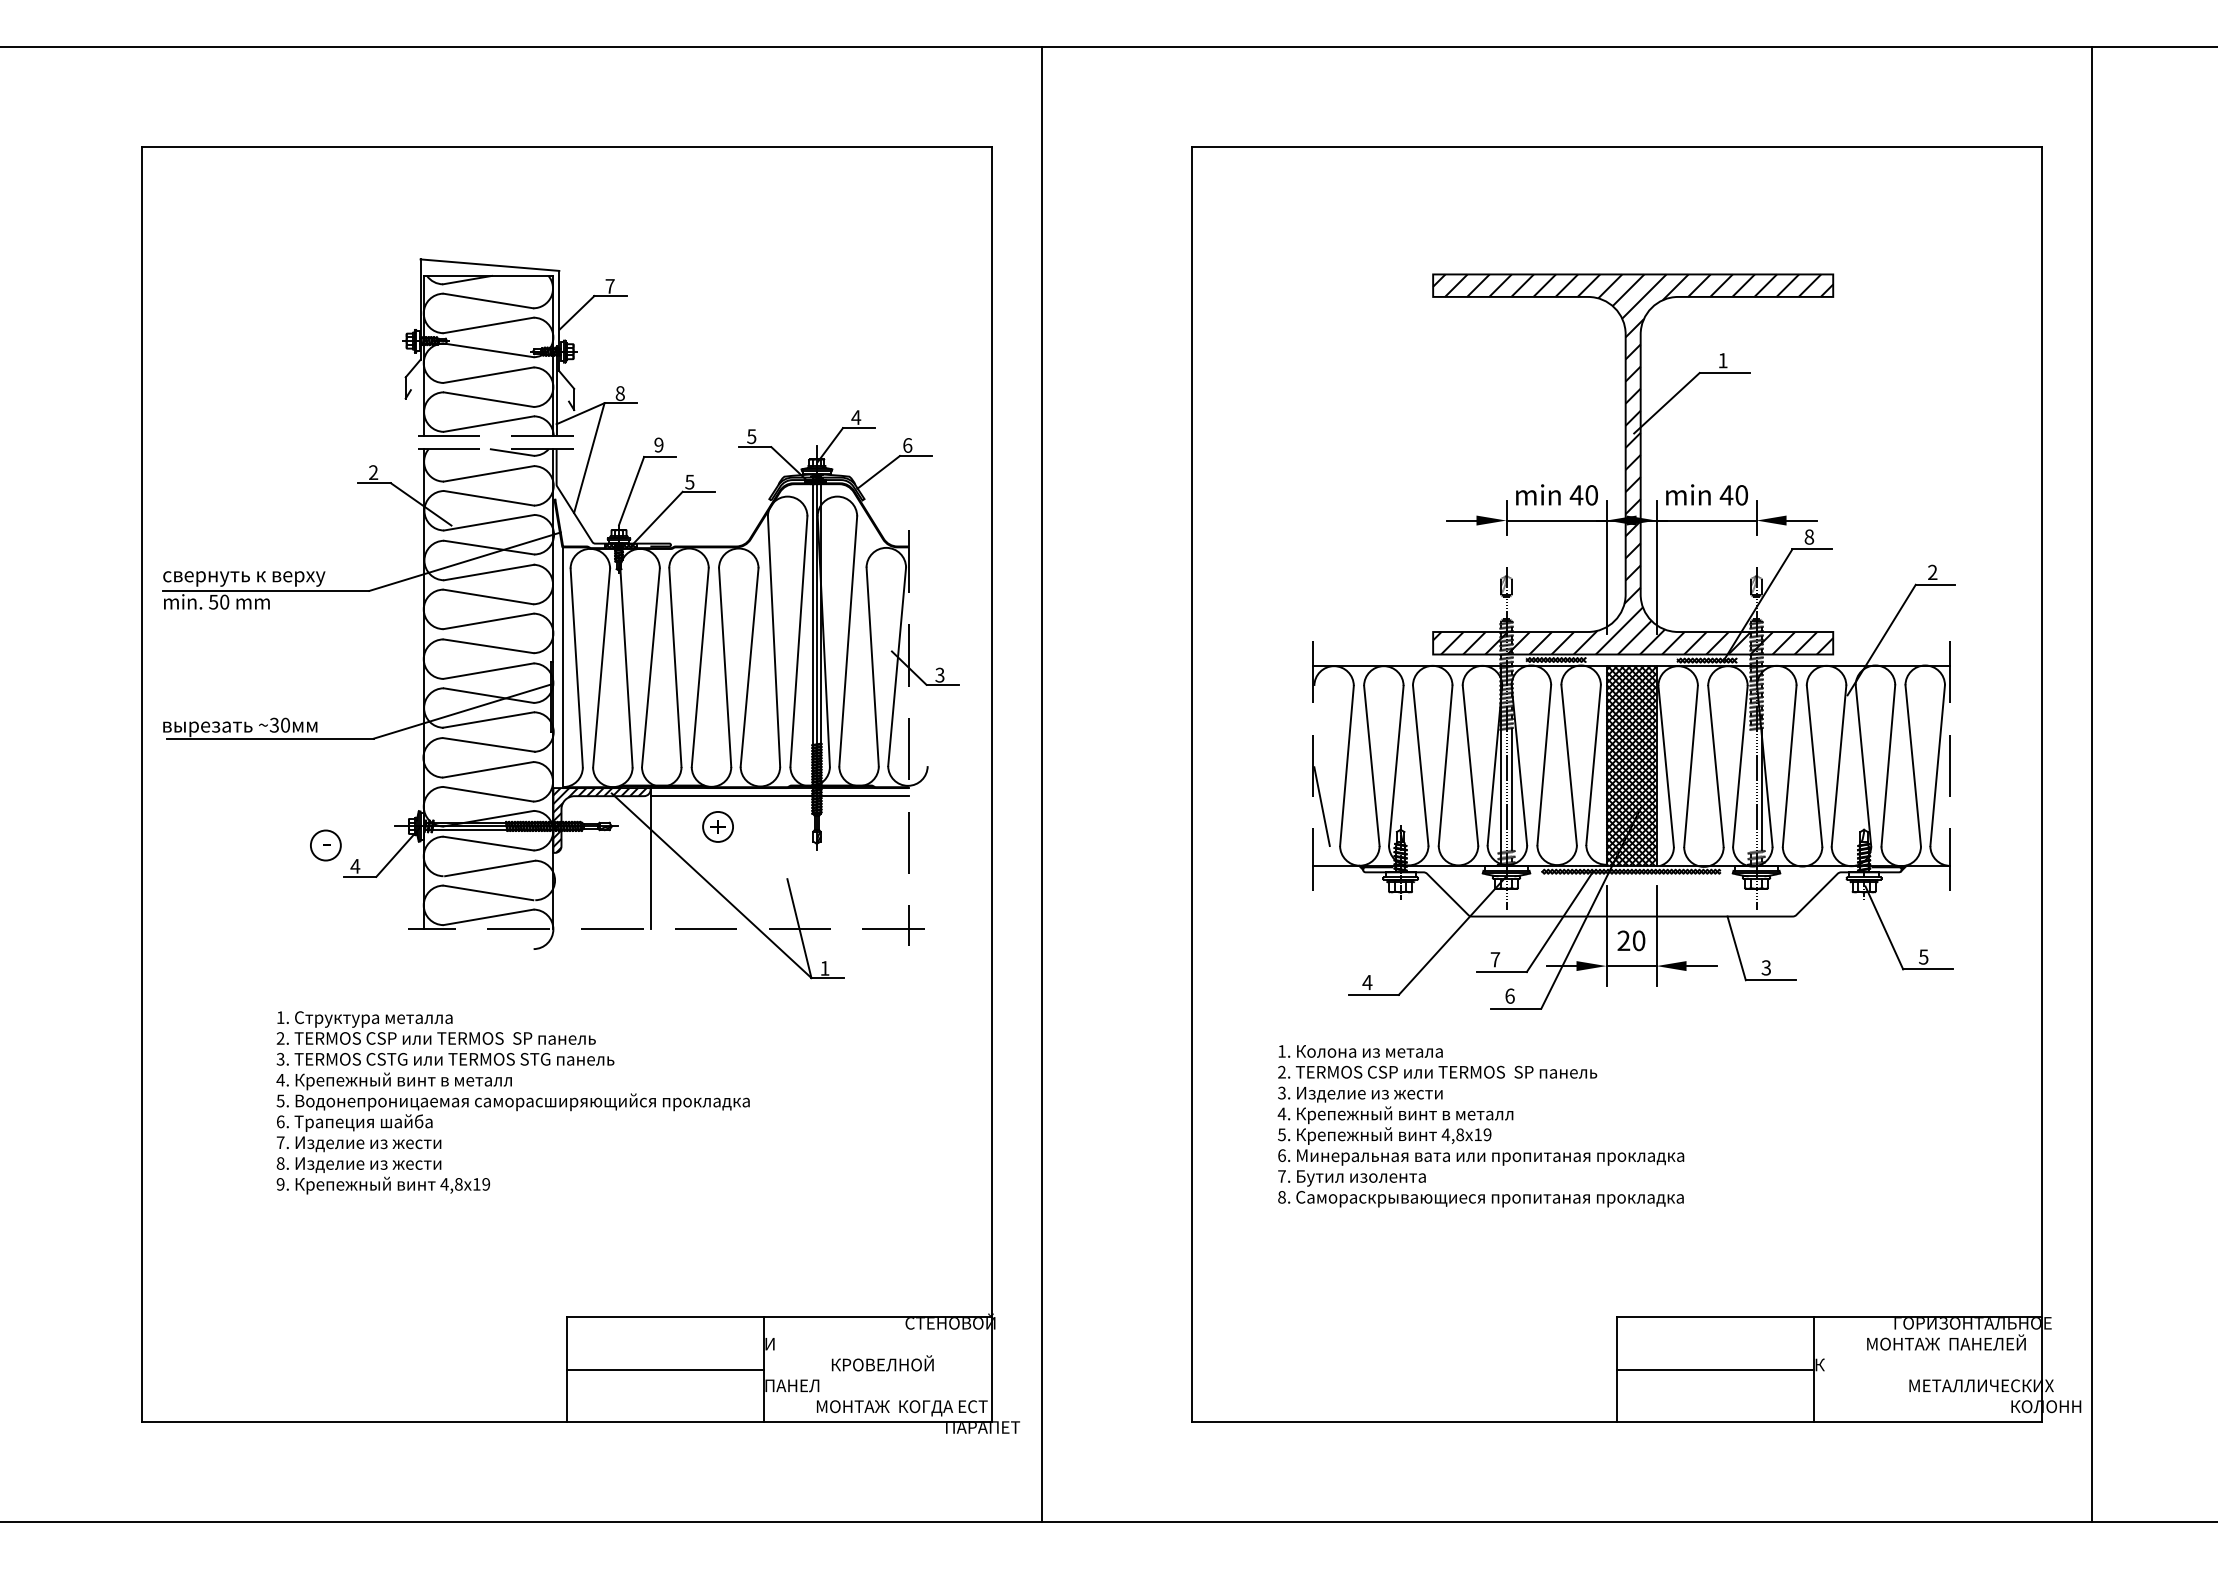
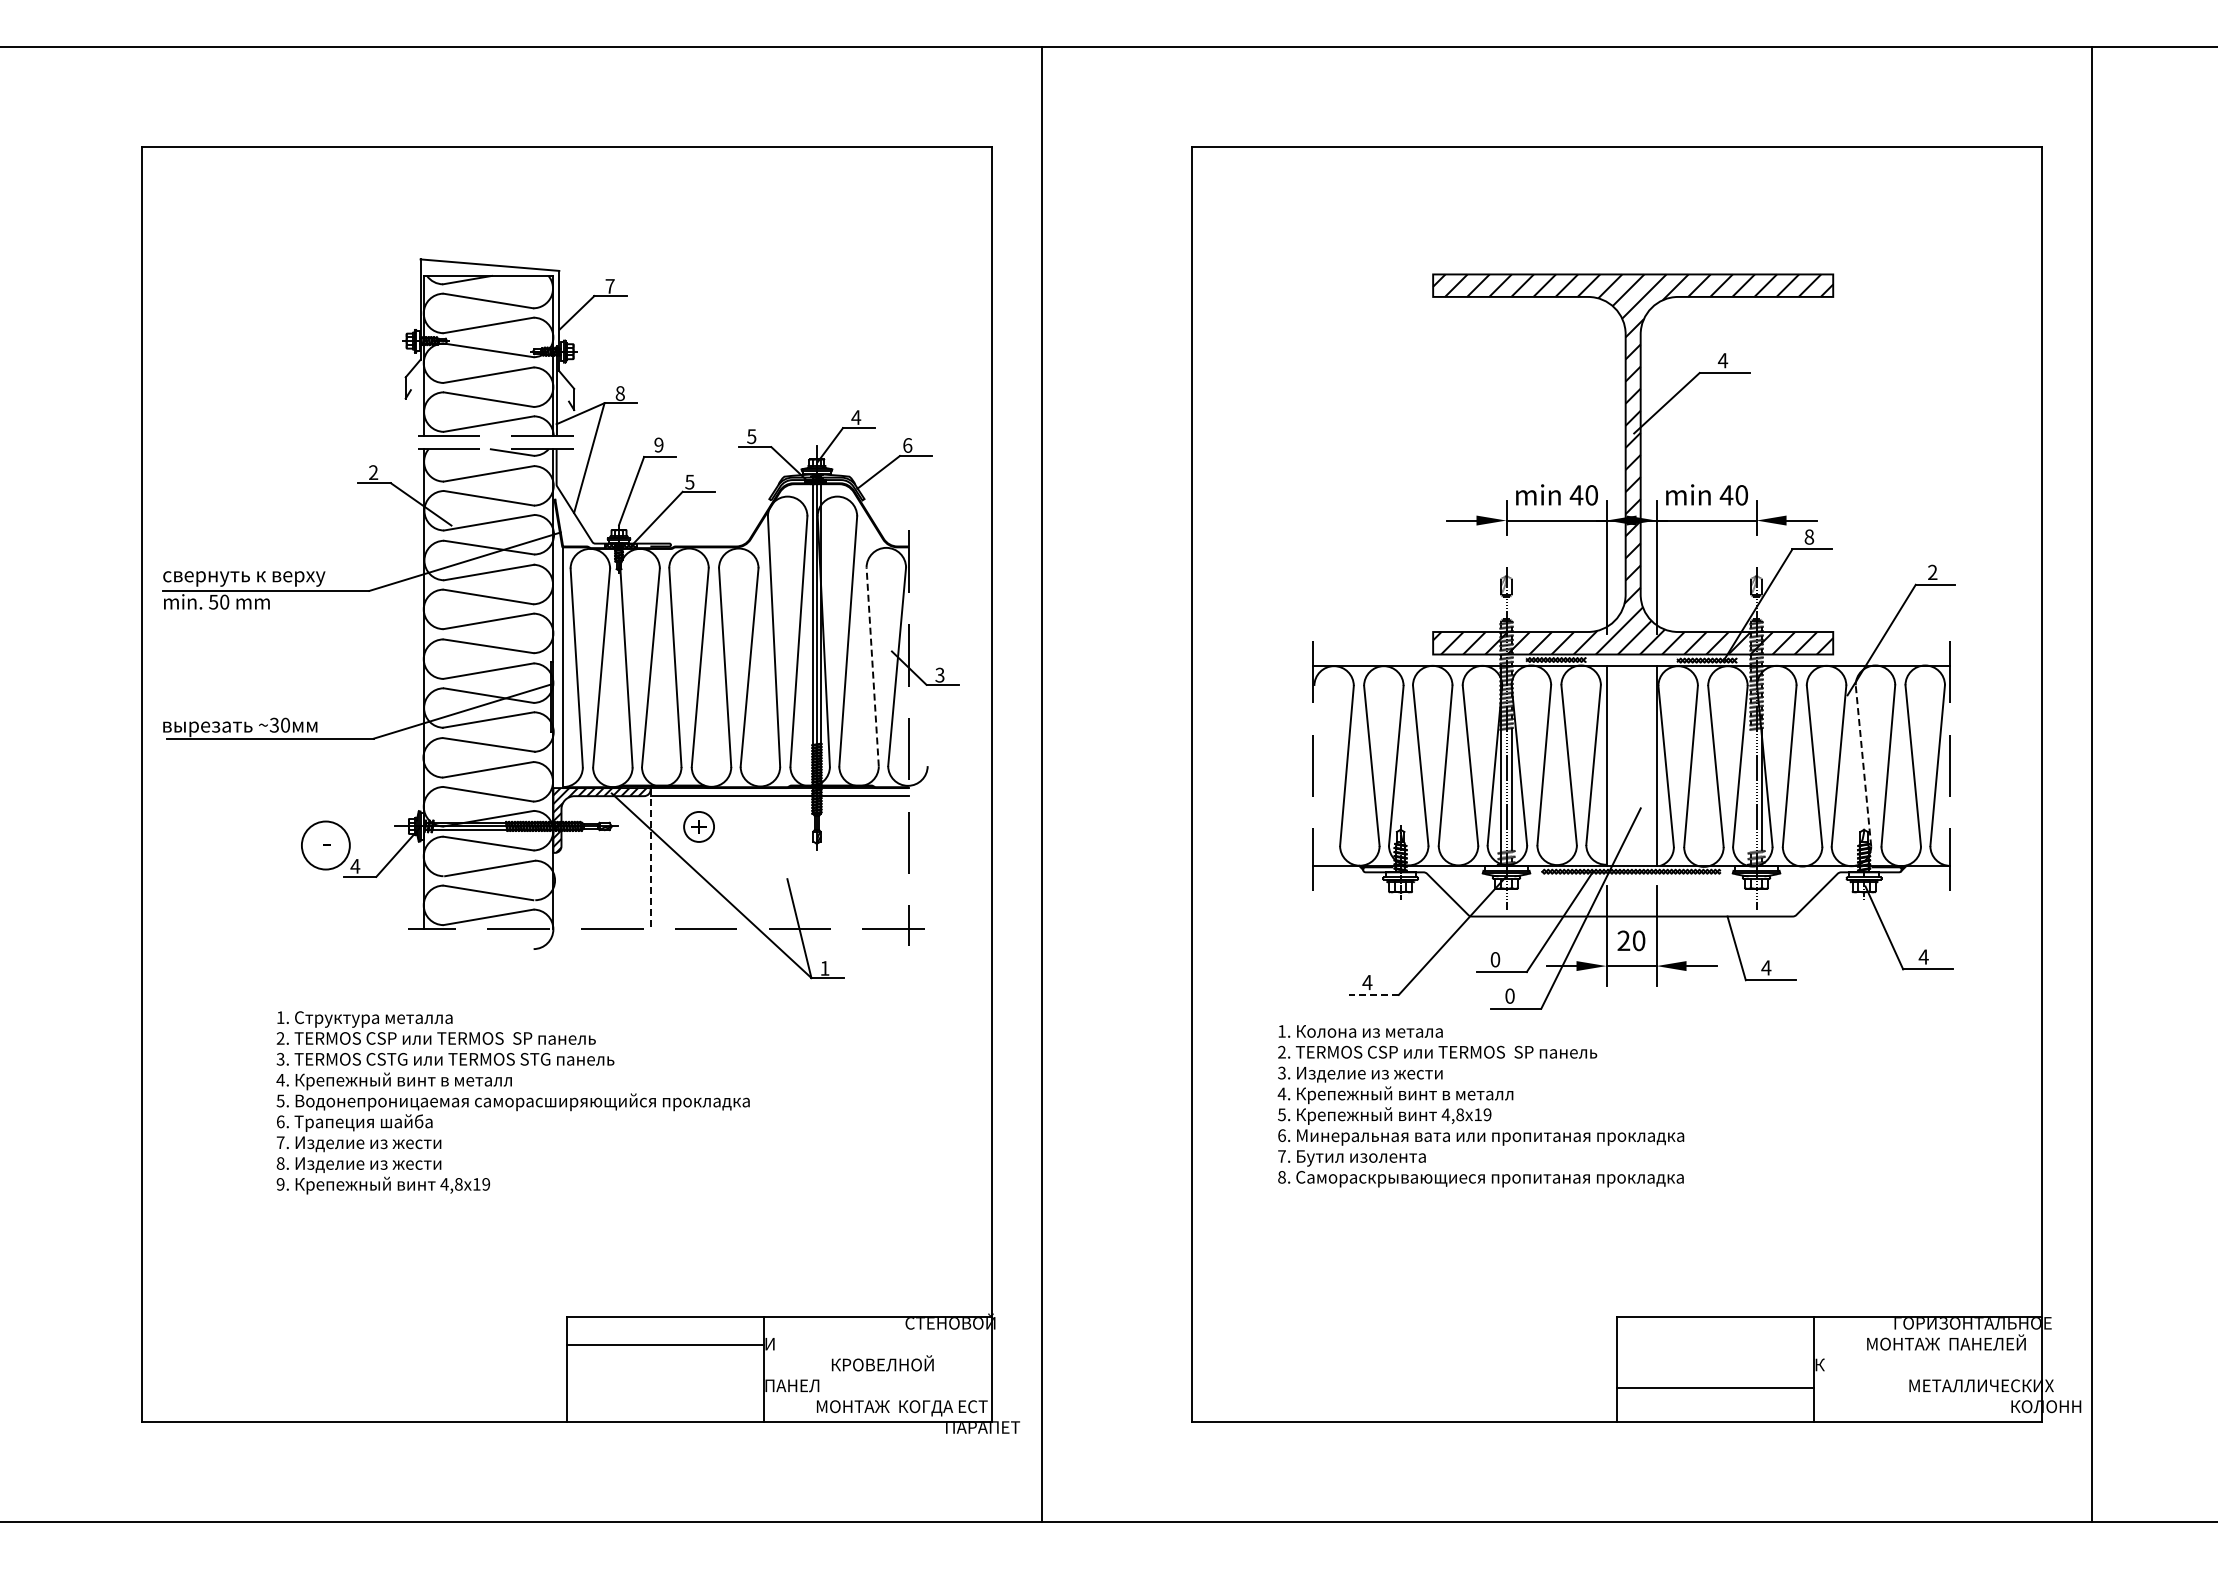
text at (1722, 360): 1 -> 4
line at (872, 667): solid -> dashed
hatch at (1631, 765): present -> none
line at (1863, 765): solid -> dashed
line at (1321, 806): present -> none
part at (717, 826) position: (717, 826) -> (698, 826)
circle at (325, 845) diameter: 30 px -> 48 px
line at (650, 858): solid -> dashed
text at (1923, 956): 5 -> 4
text at (1495, 959): 7 -> 0
text at (1766, 967): 3 -> 4
line at (1373, 994): solid -> dashed
text at (1509, 995): 6 -> 0
text at (1480, 1126) position: (1480, 1126) -> (1480, 1106)
line at (664, 1369) position: (664, 1369) -> (664, 1344)
line at (1714, 1369) position: (1714, 1369) -> (1714, 1387)
